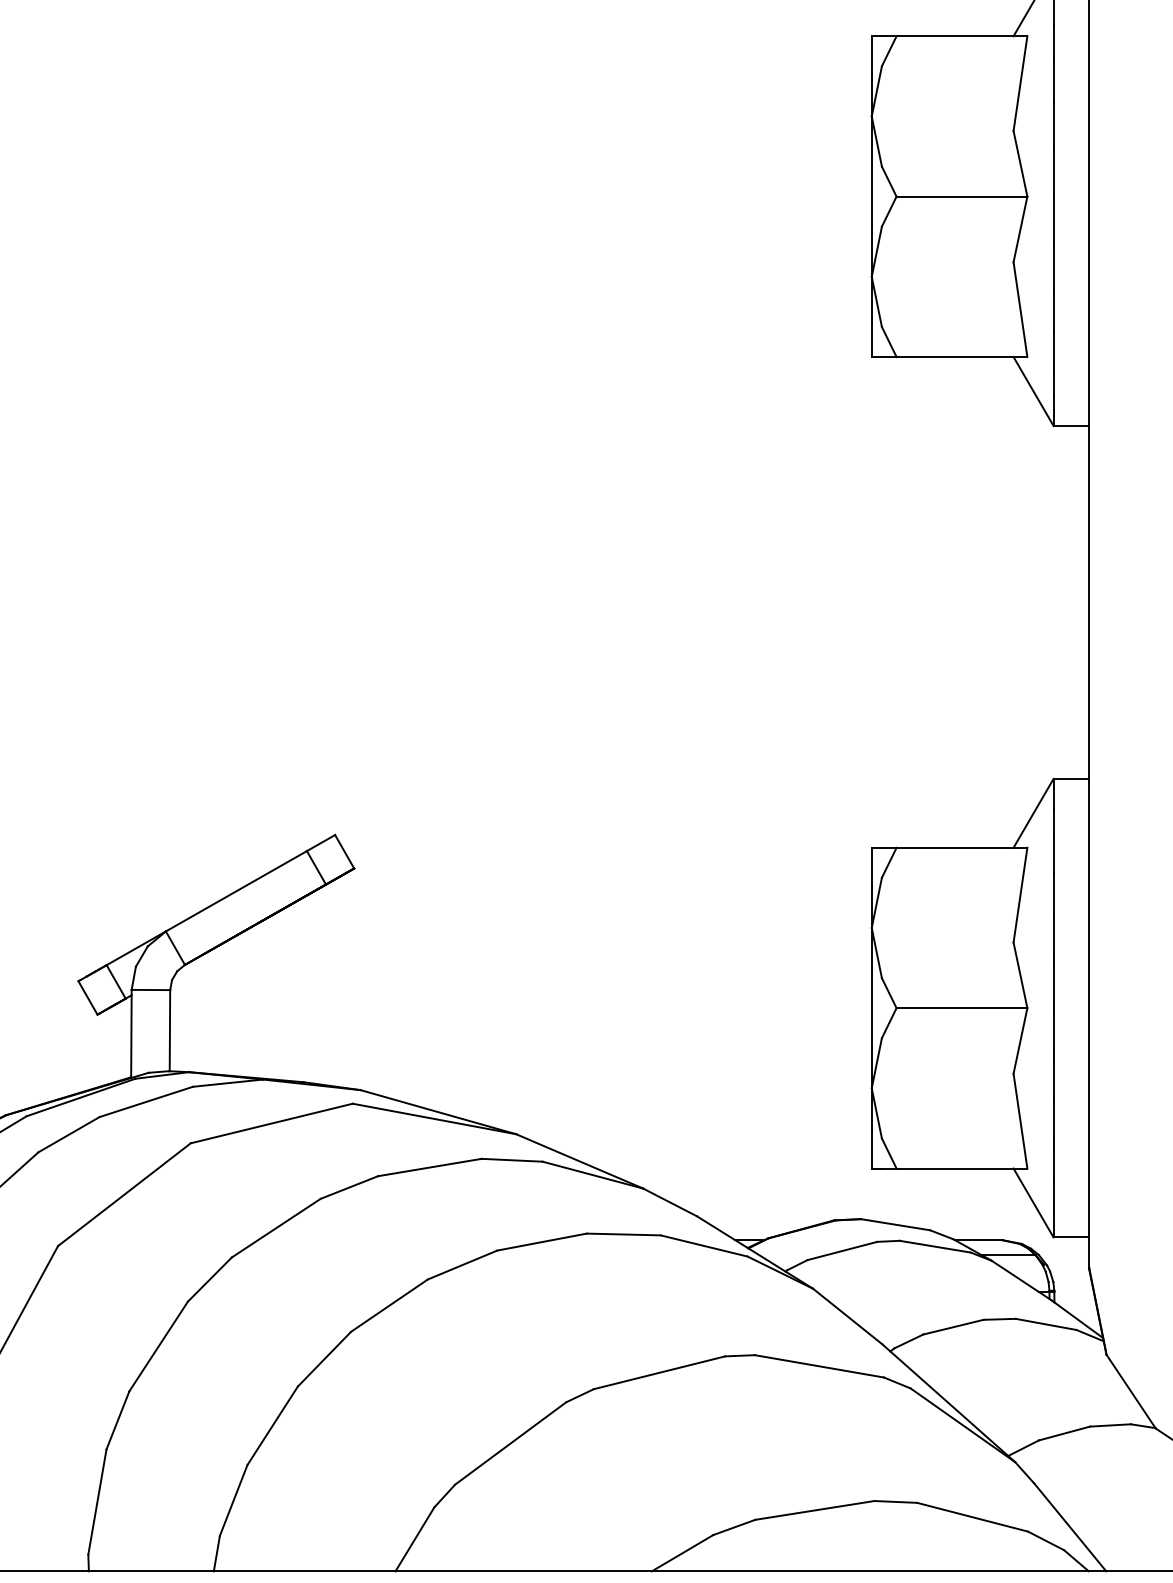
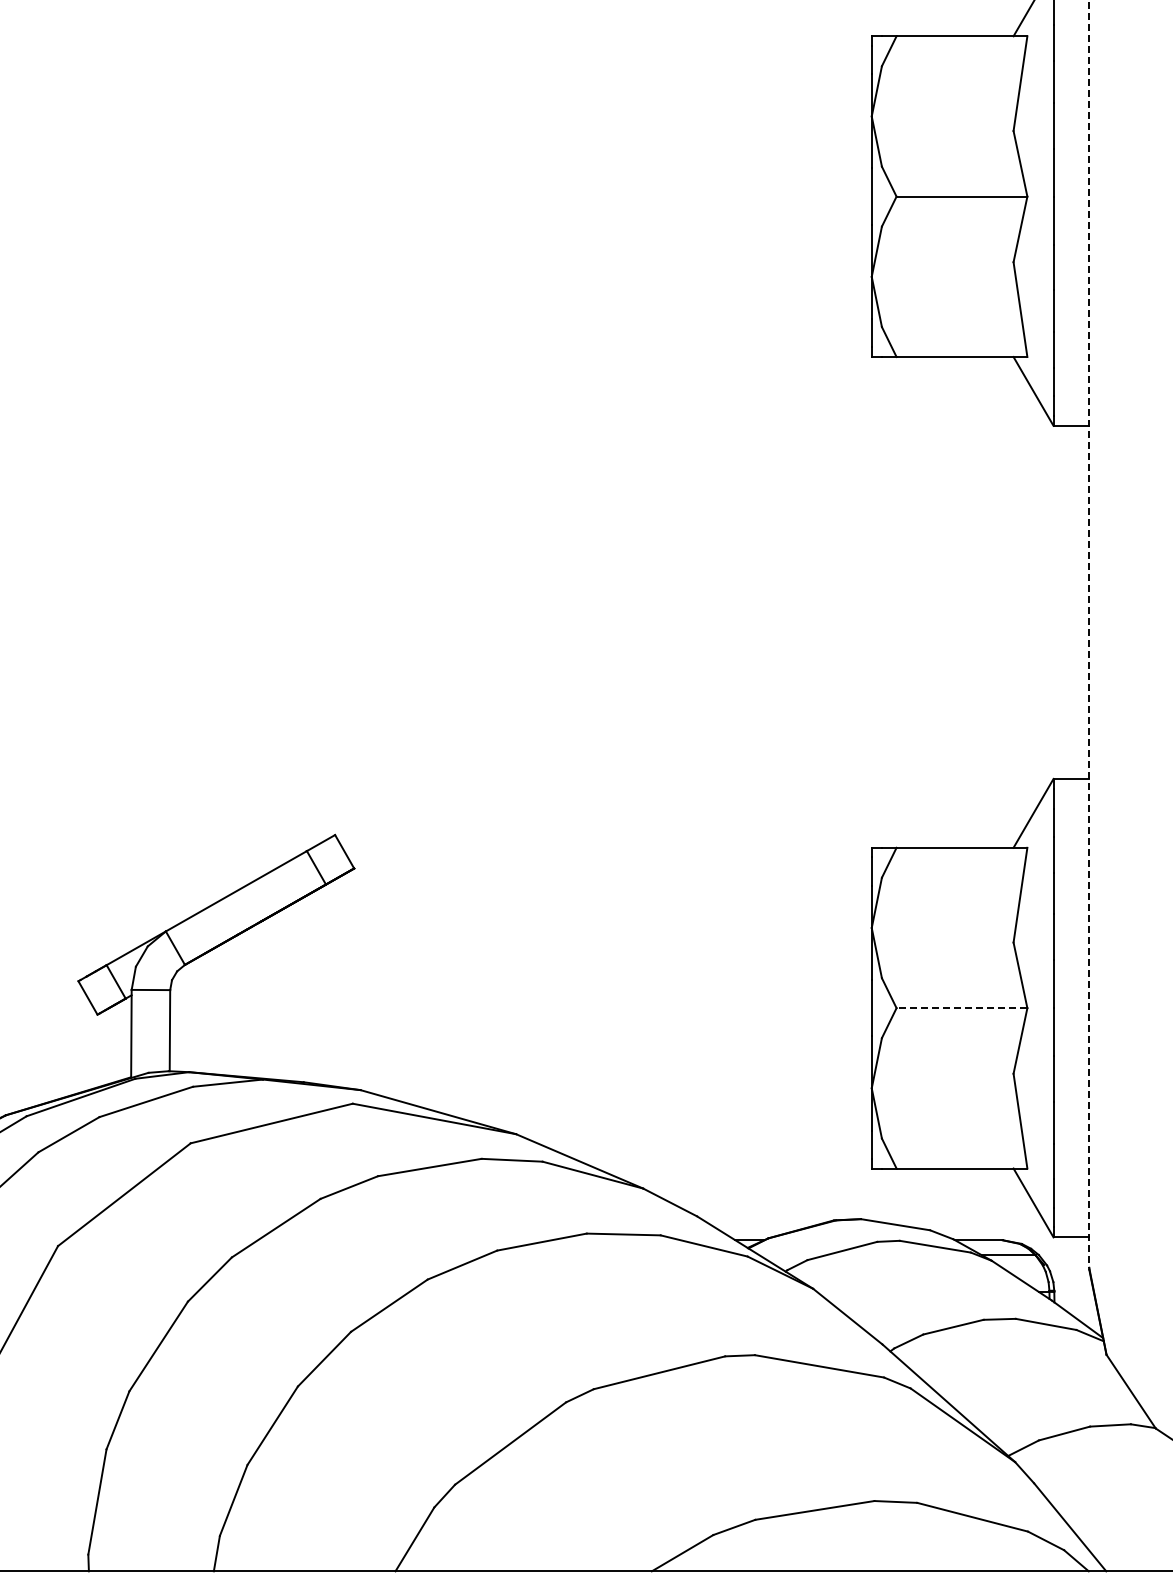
line at (1089, 634): solid -> dashed
line at (961, 1008): solid -> dashed
